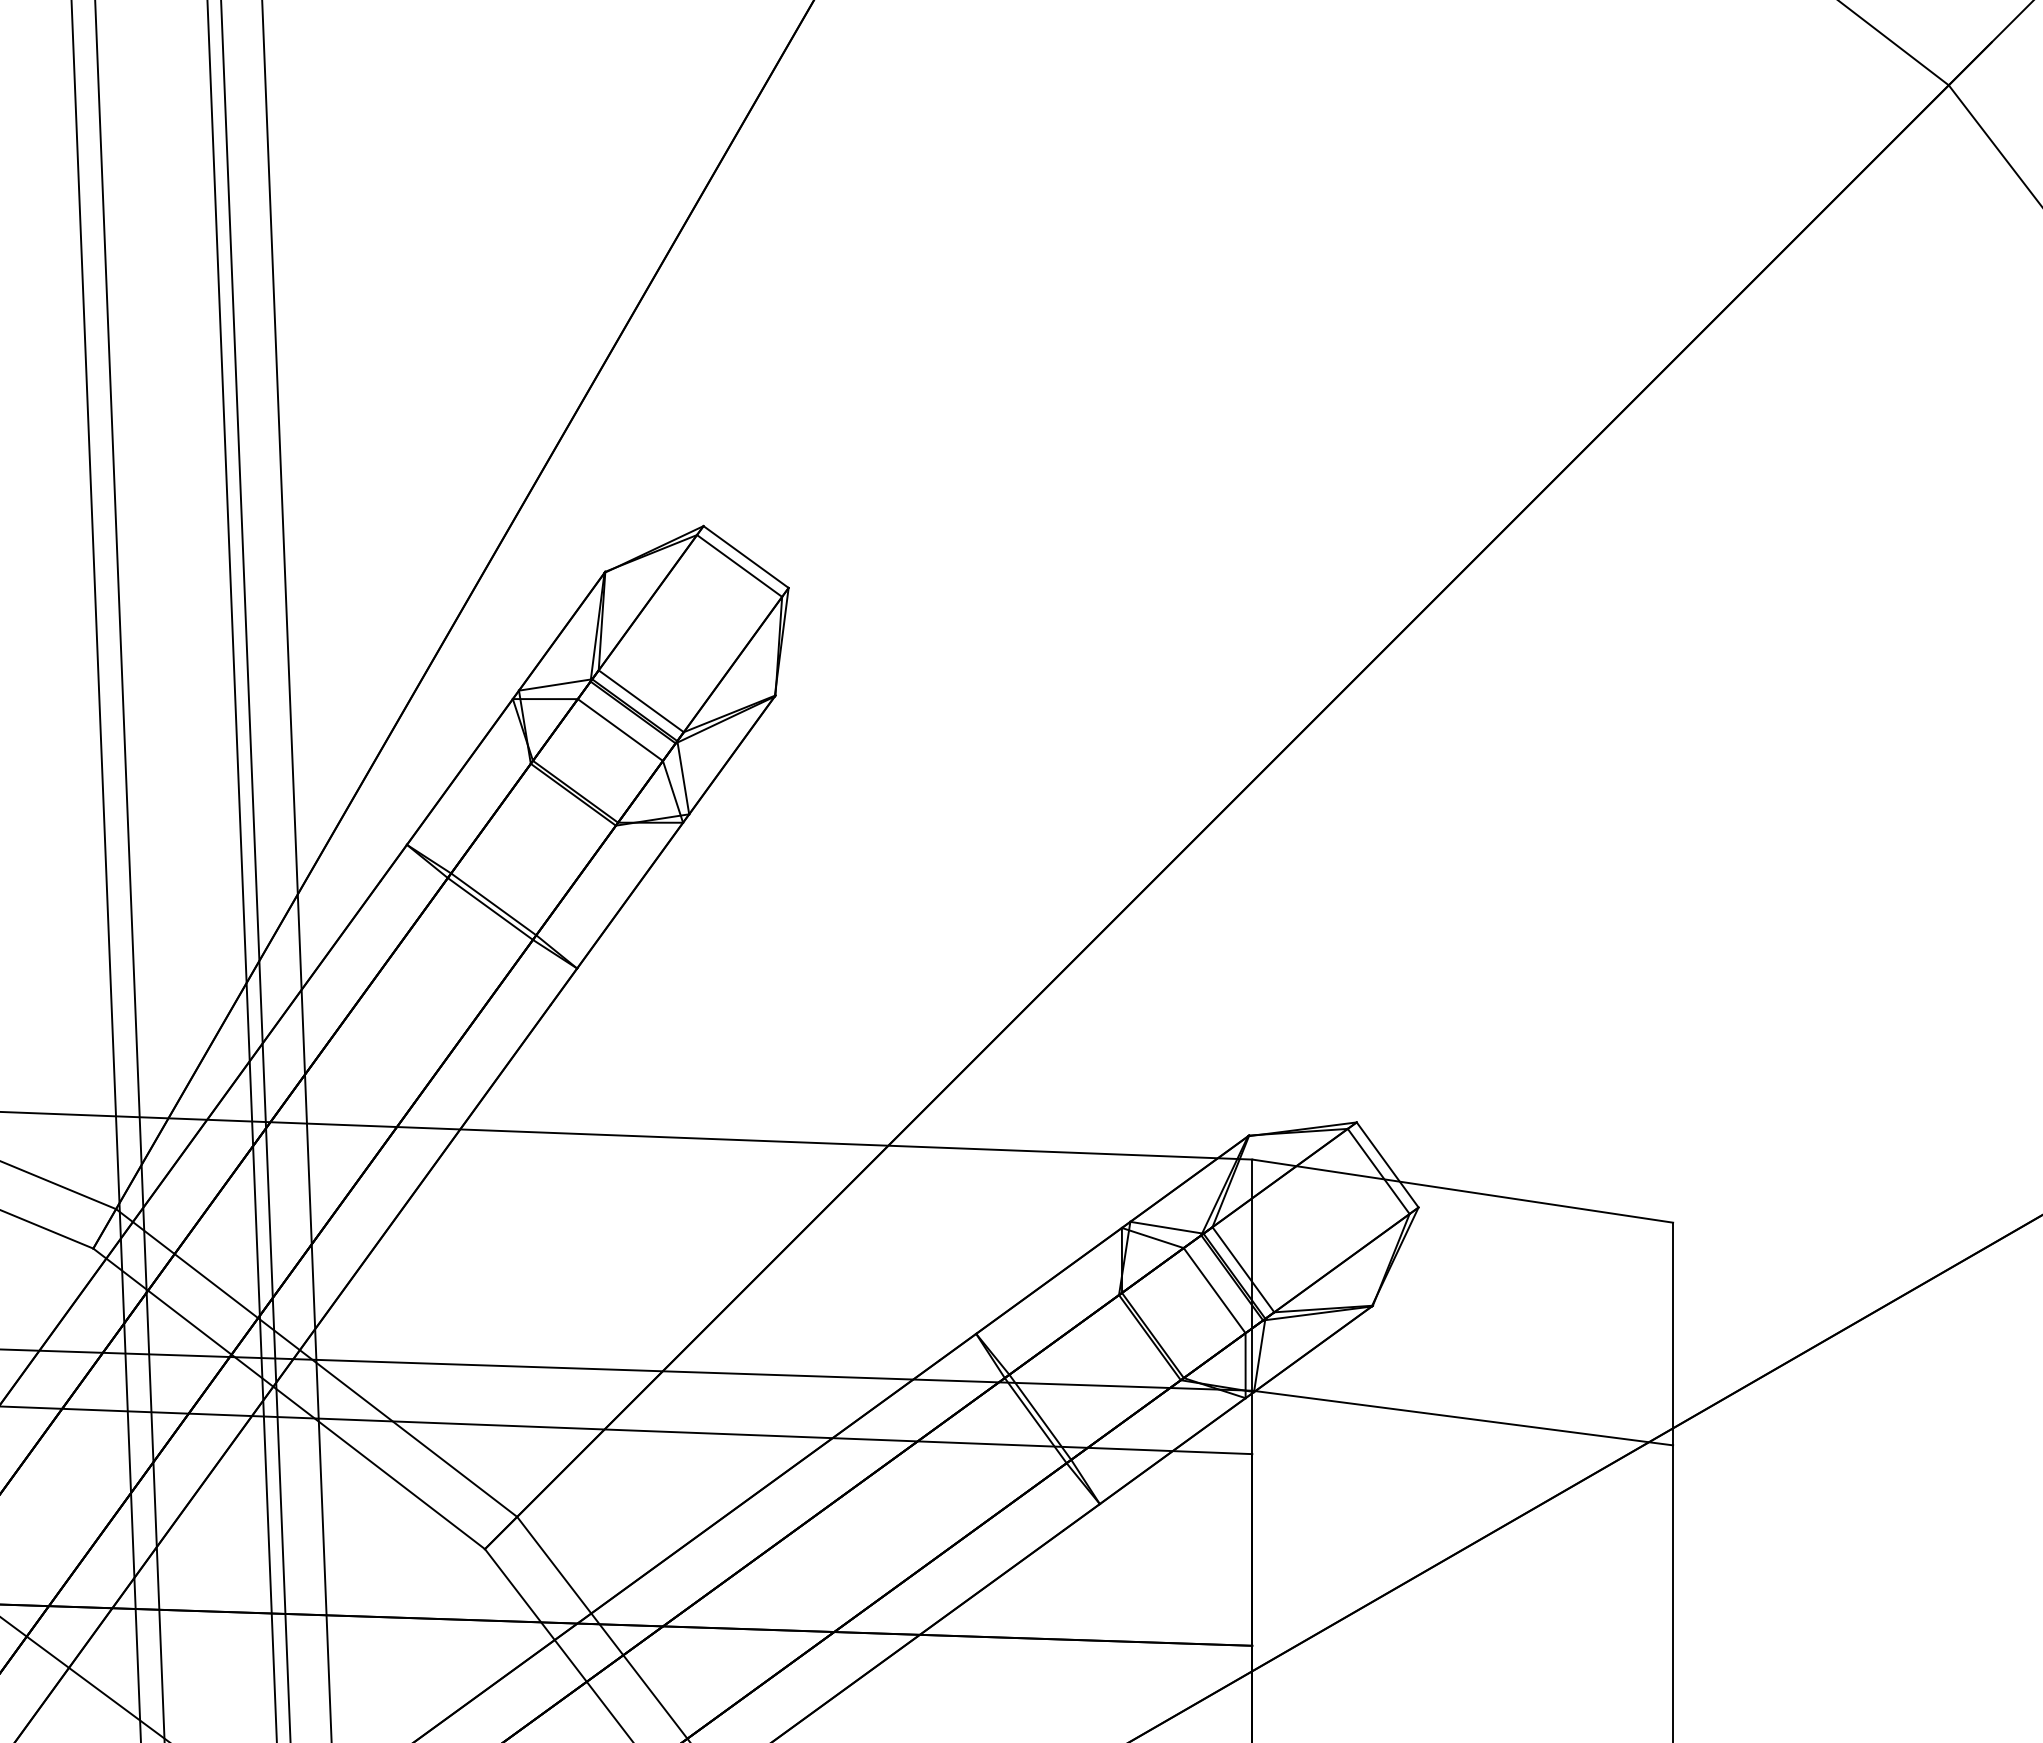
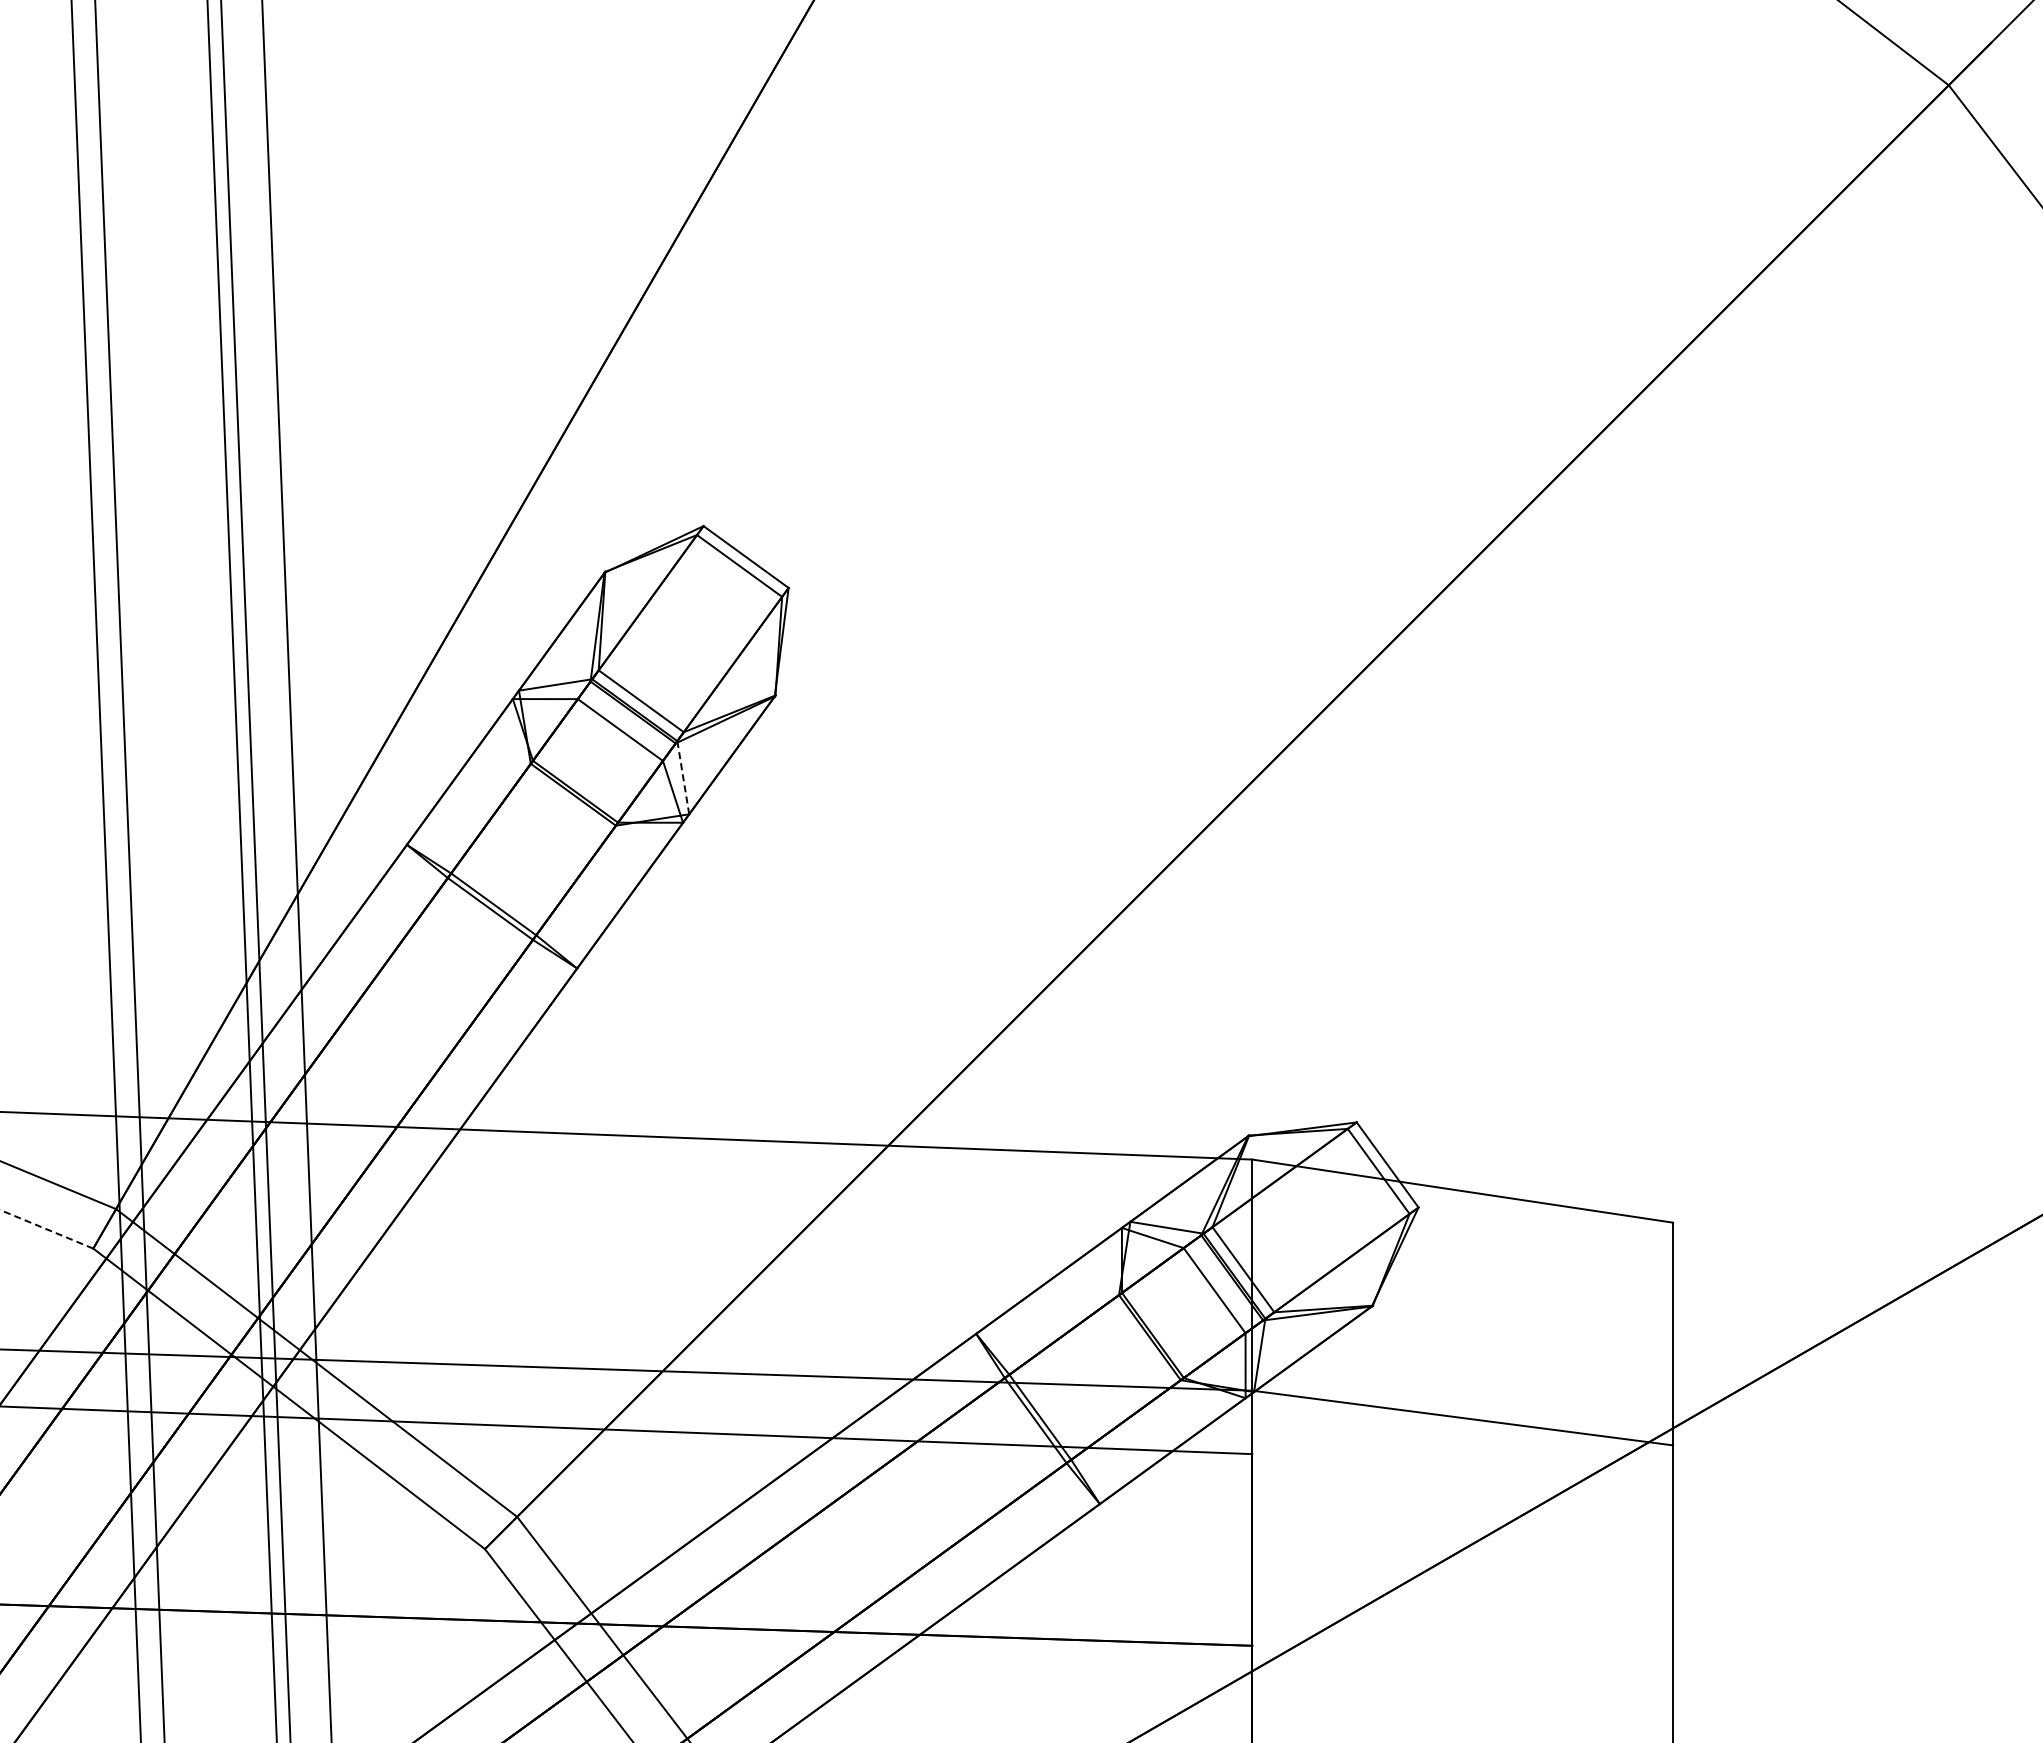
line at (683, 778): solid -> dashed
line at (46, 1229): solid -> dashed
line at (84, 1678): present -> none
